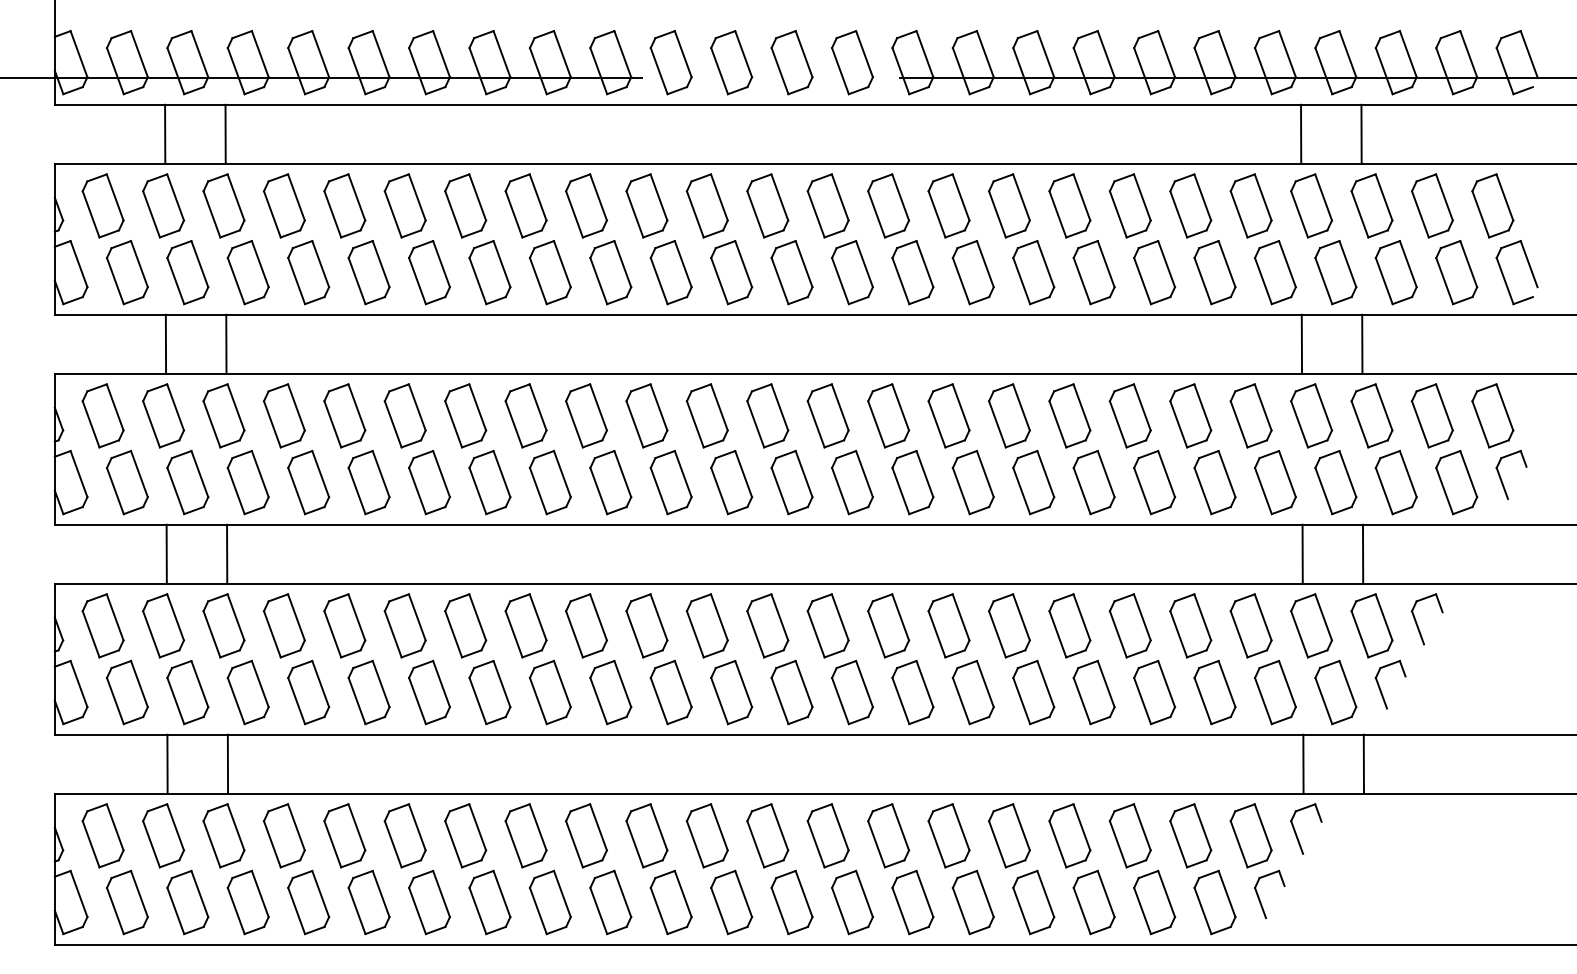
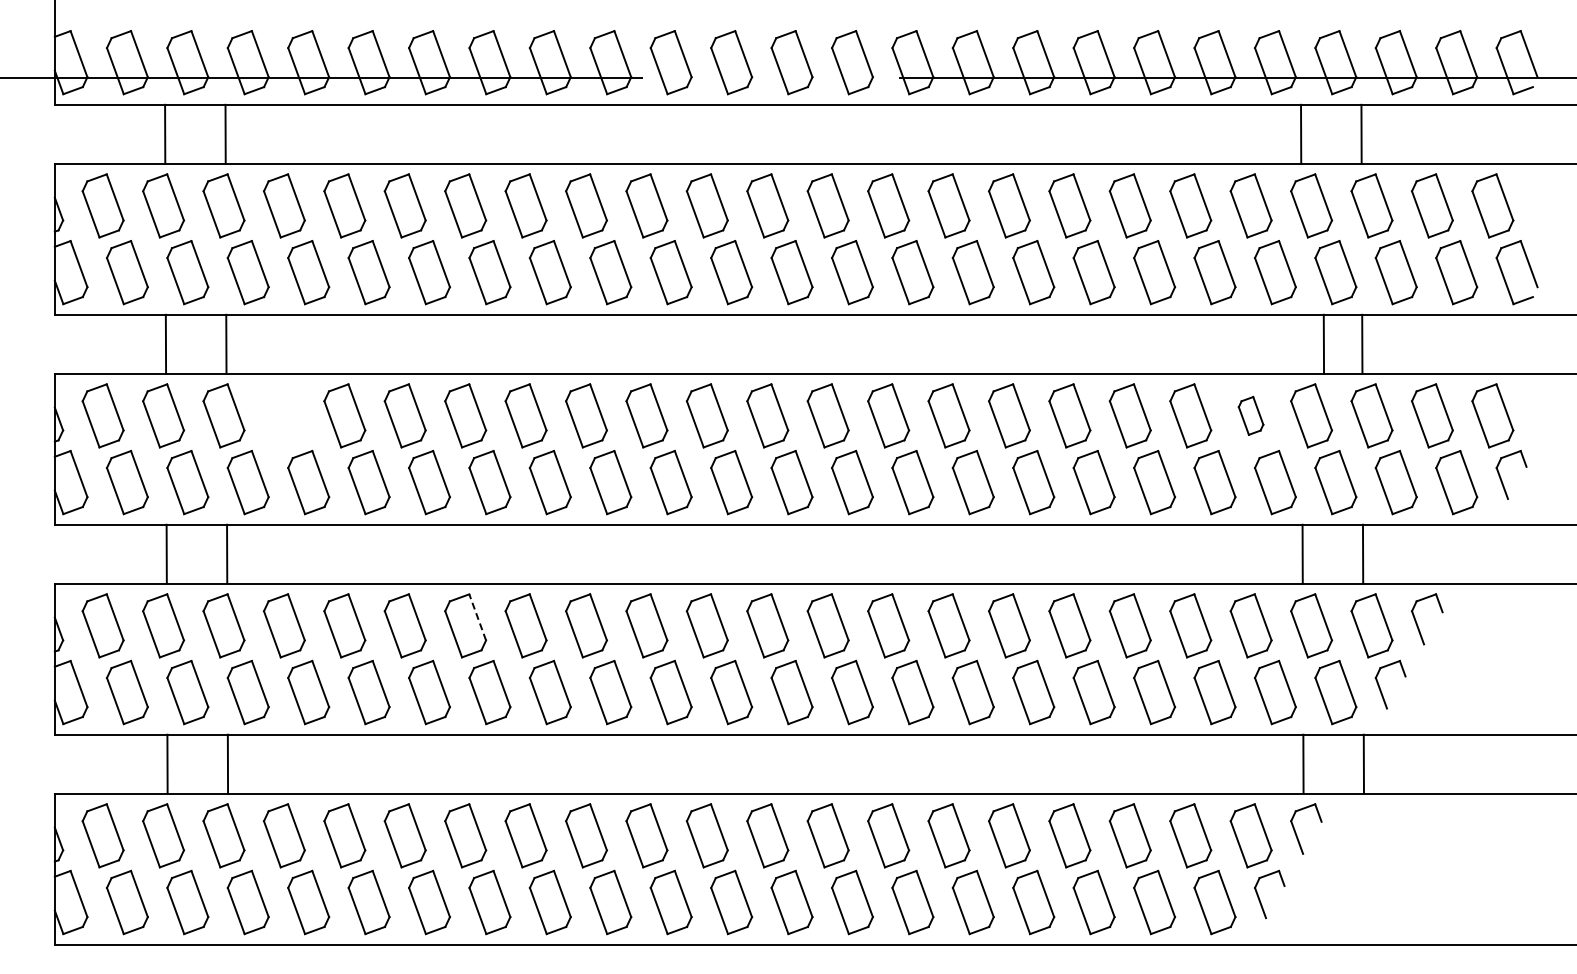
line at (1301, 343) position: (1301, 343) -> (1323, 343)
part at (284, 415): present -> none
part at (1250, 415) size: 44x66 px -> 28x41 px
line at (477, 617): solid -> dashed
